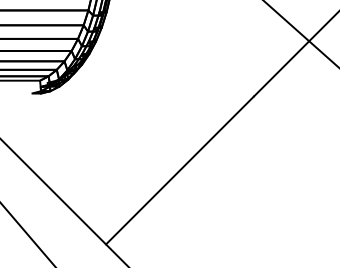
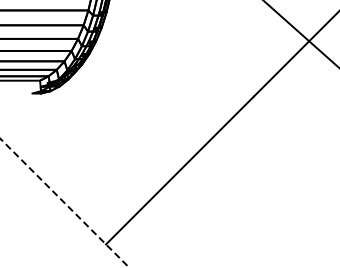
line at (64, 203): solid -> dashed
line at (27, 234): present -> none
